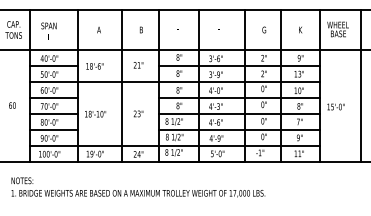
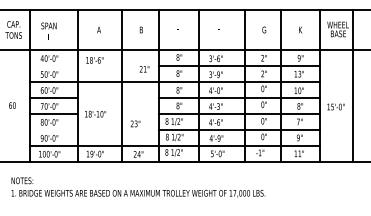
line at (53, 65): present -> none
text at (138, 65) position: (138, 65) -> (144, 69)
text at (94, 66) position: (94, 66) -> (94, 60)
line at (360, 85) position: (360, 85) -> (352, 85)
text at (138, 113) position: (138, 113) -> (135, 123)
line at (53, 129): present -> none
